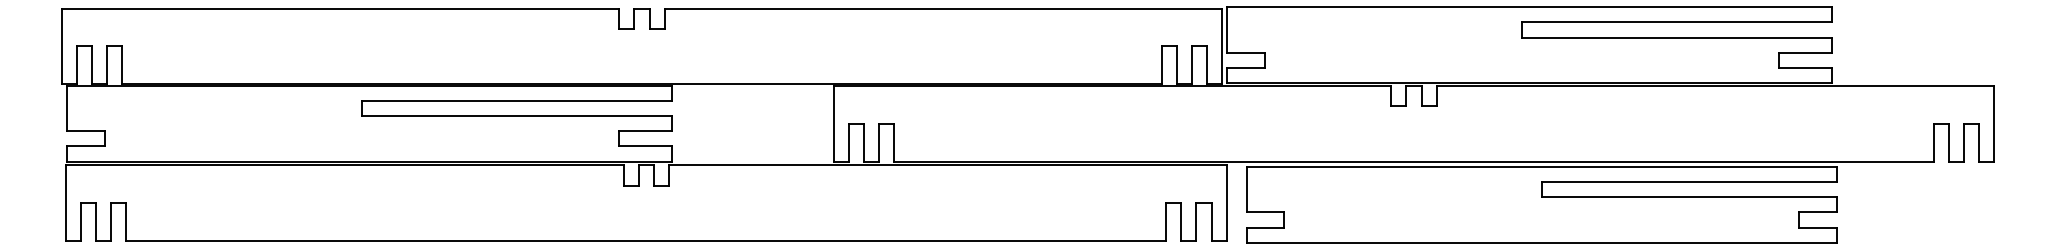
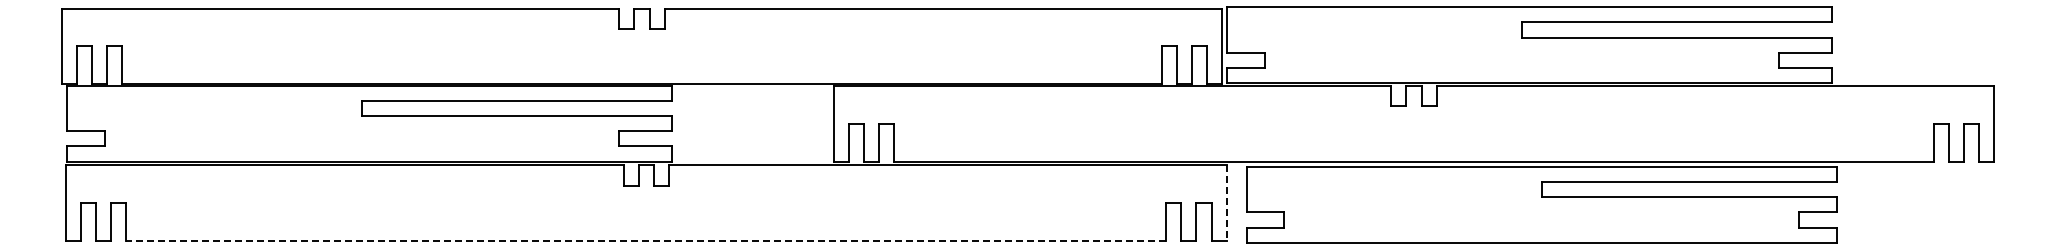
line at (1226, 203): solid -> dashed
line at (646, 241): solid -> dashed
